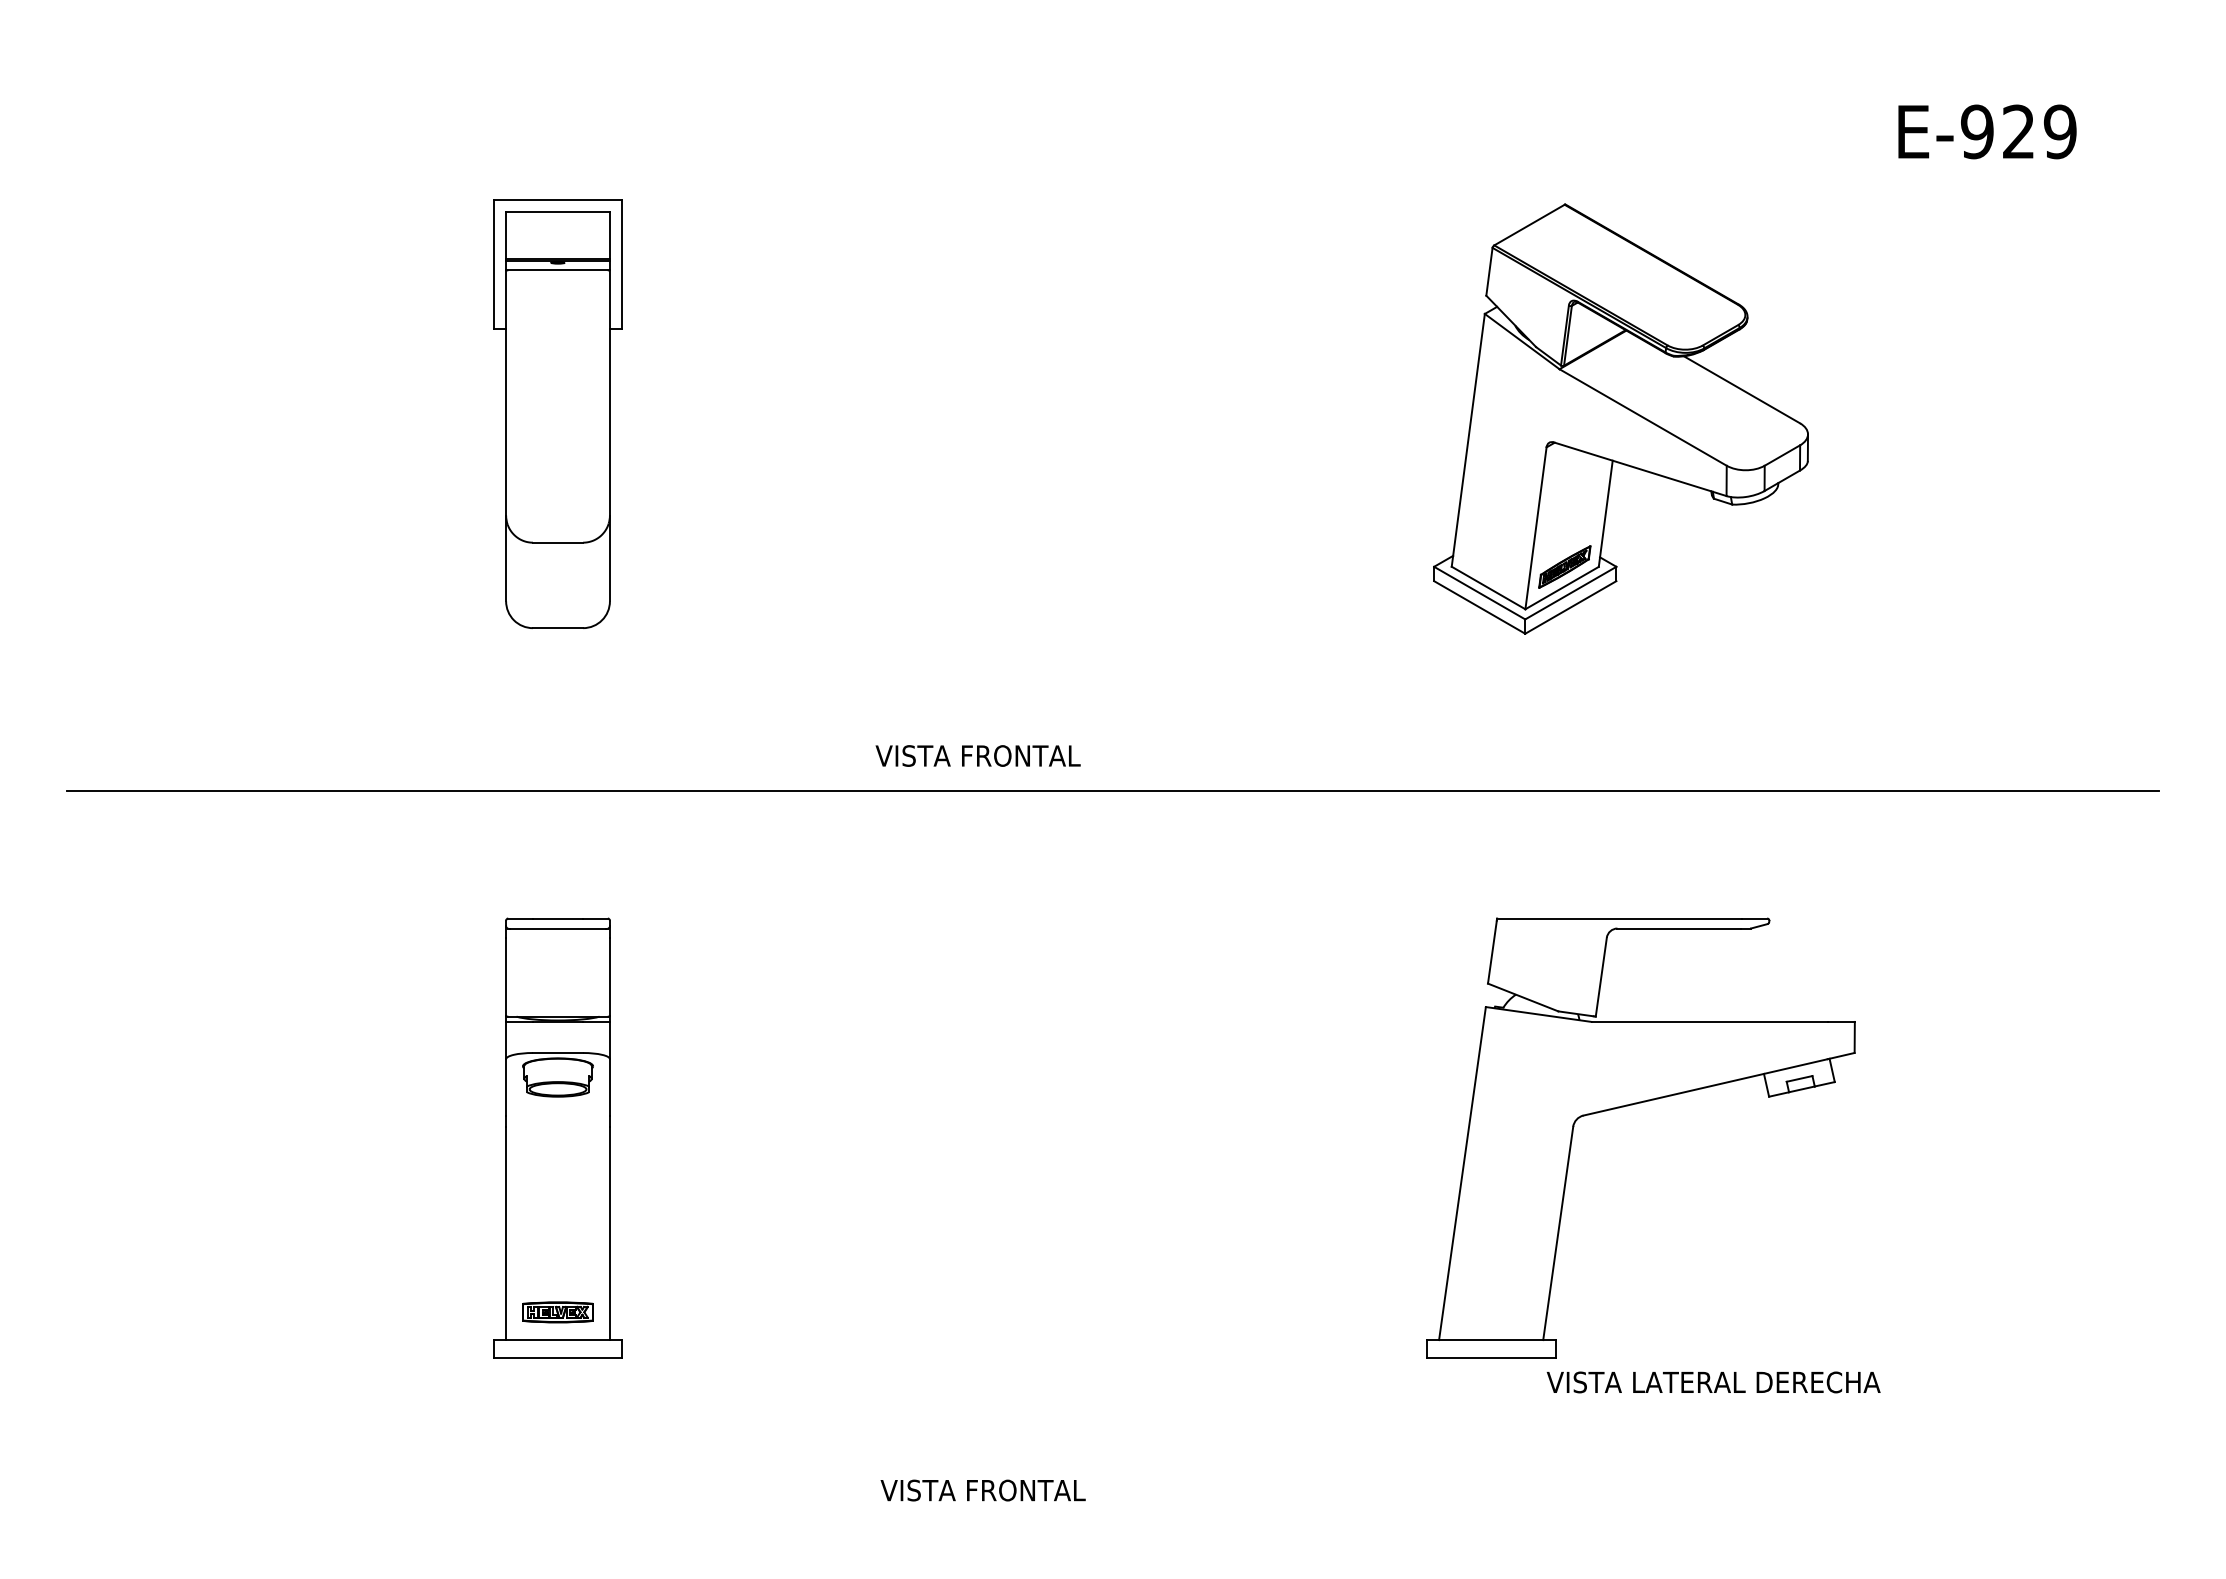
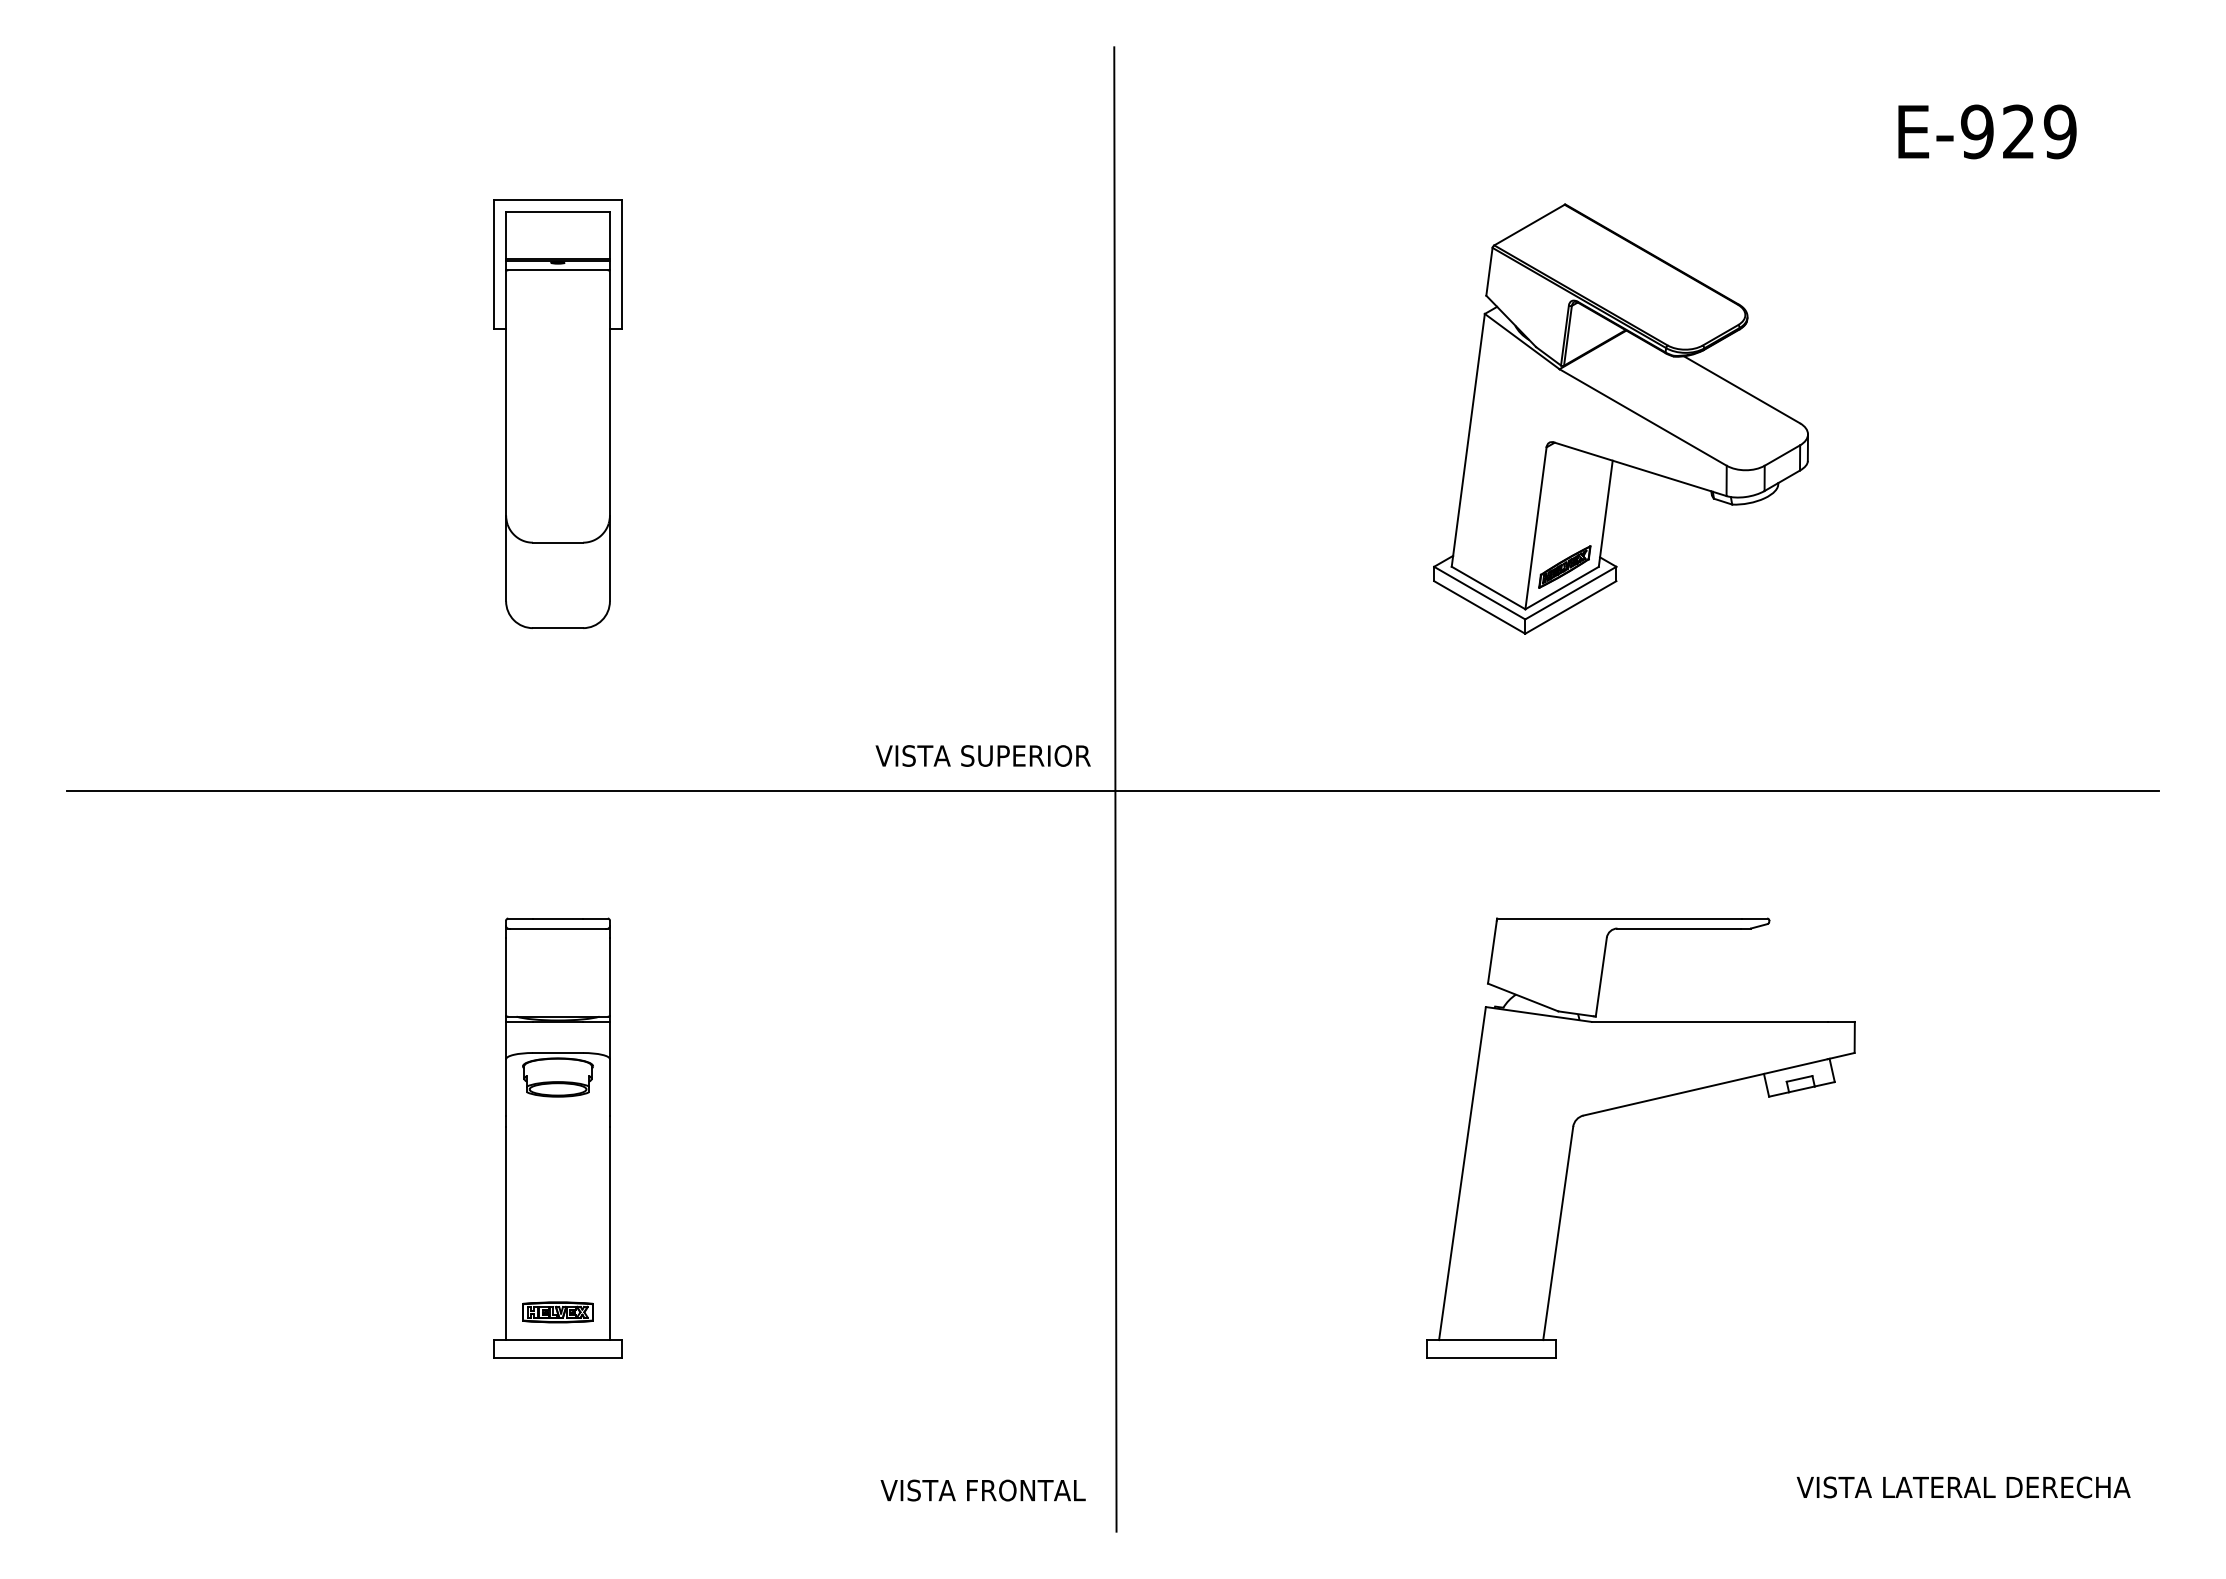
text at (1025, 755): VISTA FRONTAL -> VISTA SUPERIOR
line at (1115, 789): none -> present
text at (1713, 1382) position: (1713, 1382) -> (1963, 1487)
